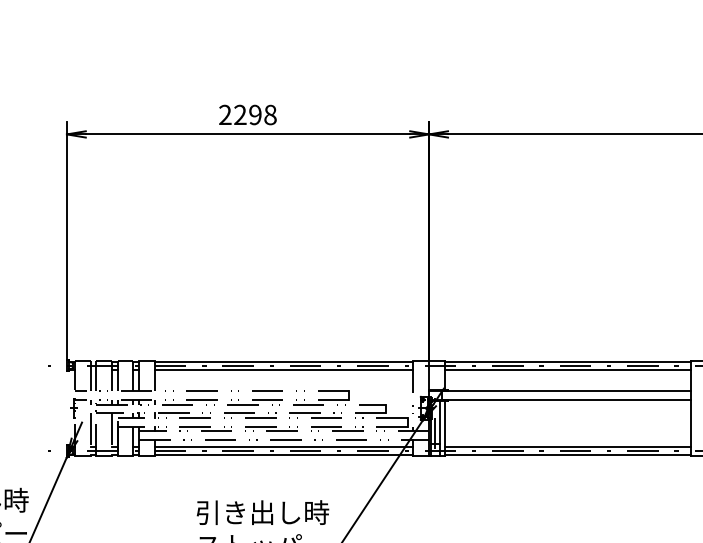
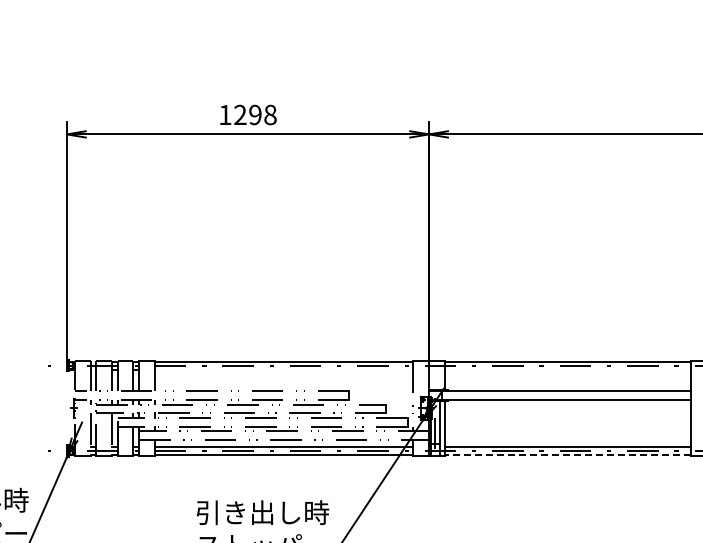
text at (225, 114): 2298 -> 1298
line at (283, 369): present -> none
line at (567, 369): present -> none
line at (567, 455): solid -> dashed
